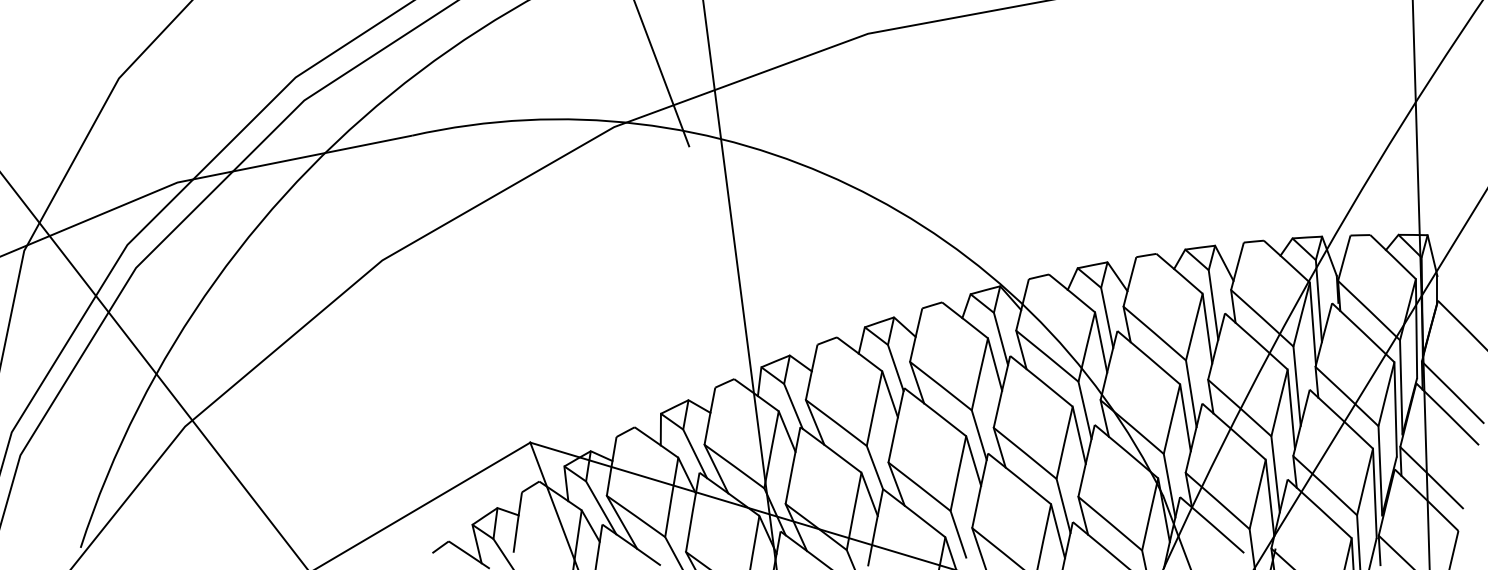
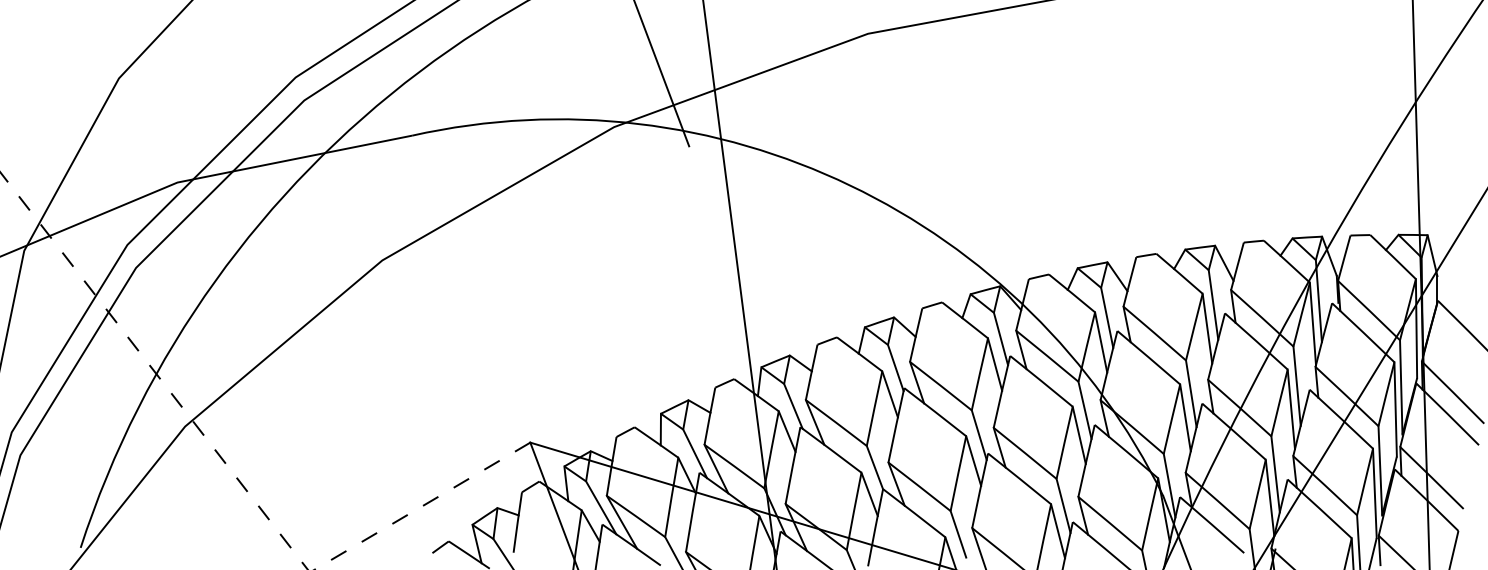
line at (153, 370): solid -> dashed
line at (421, 506): solid -> dashed
